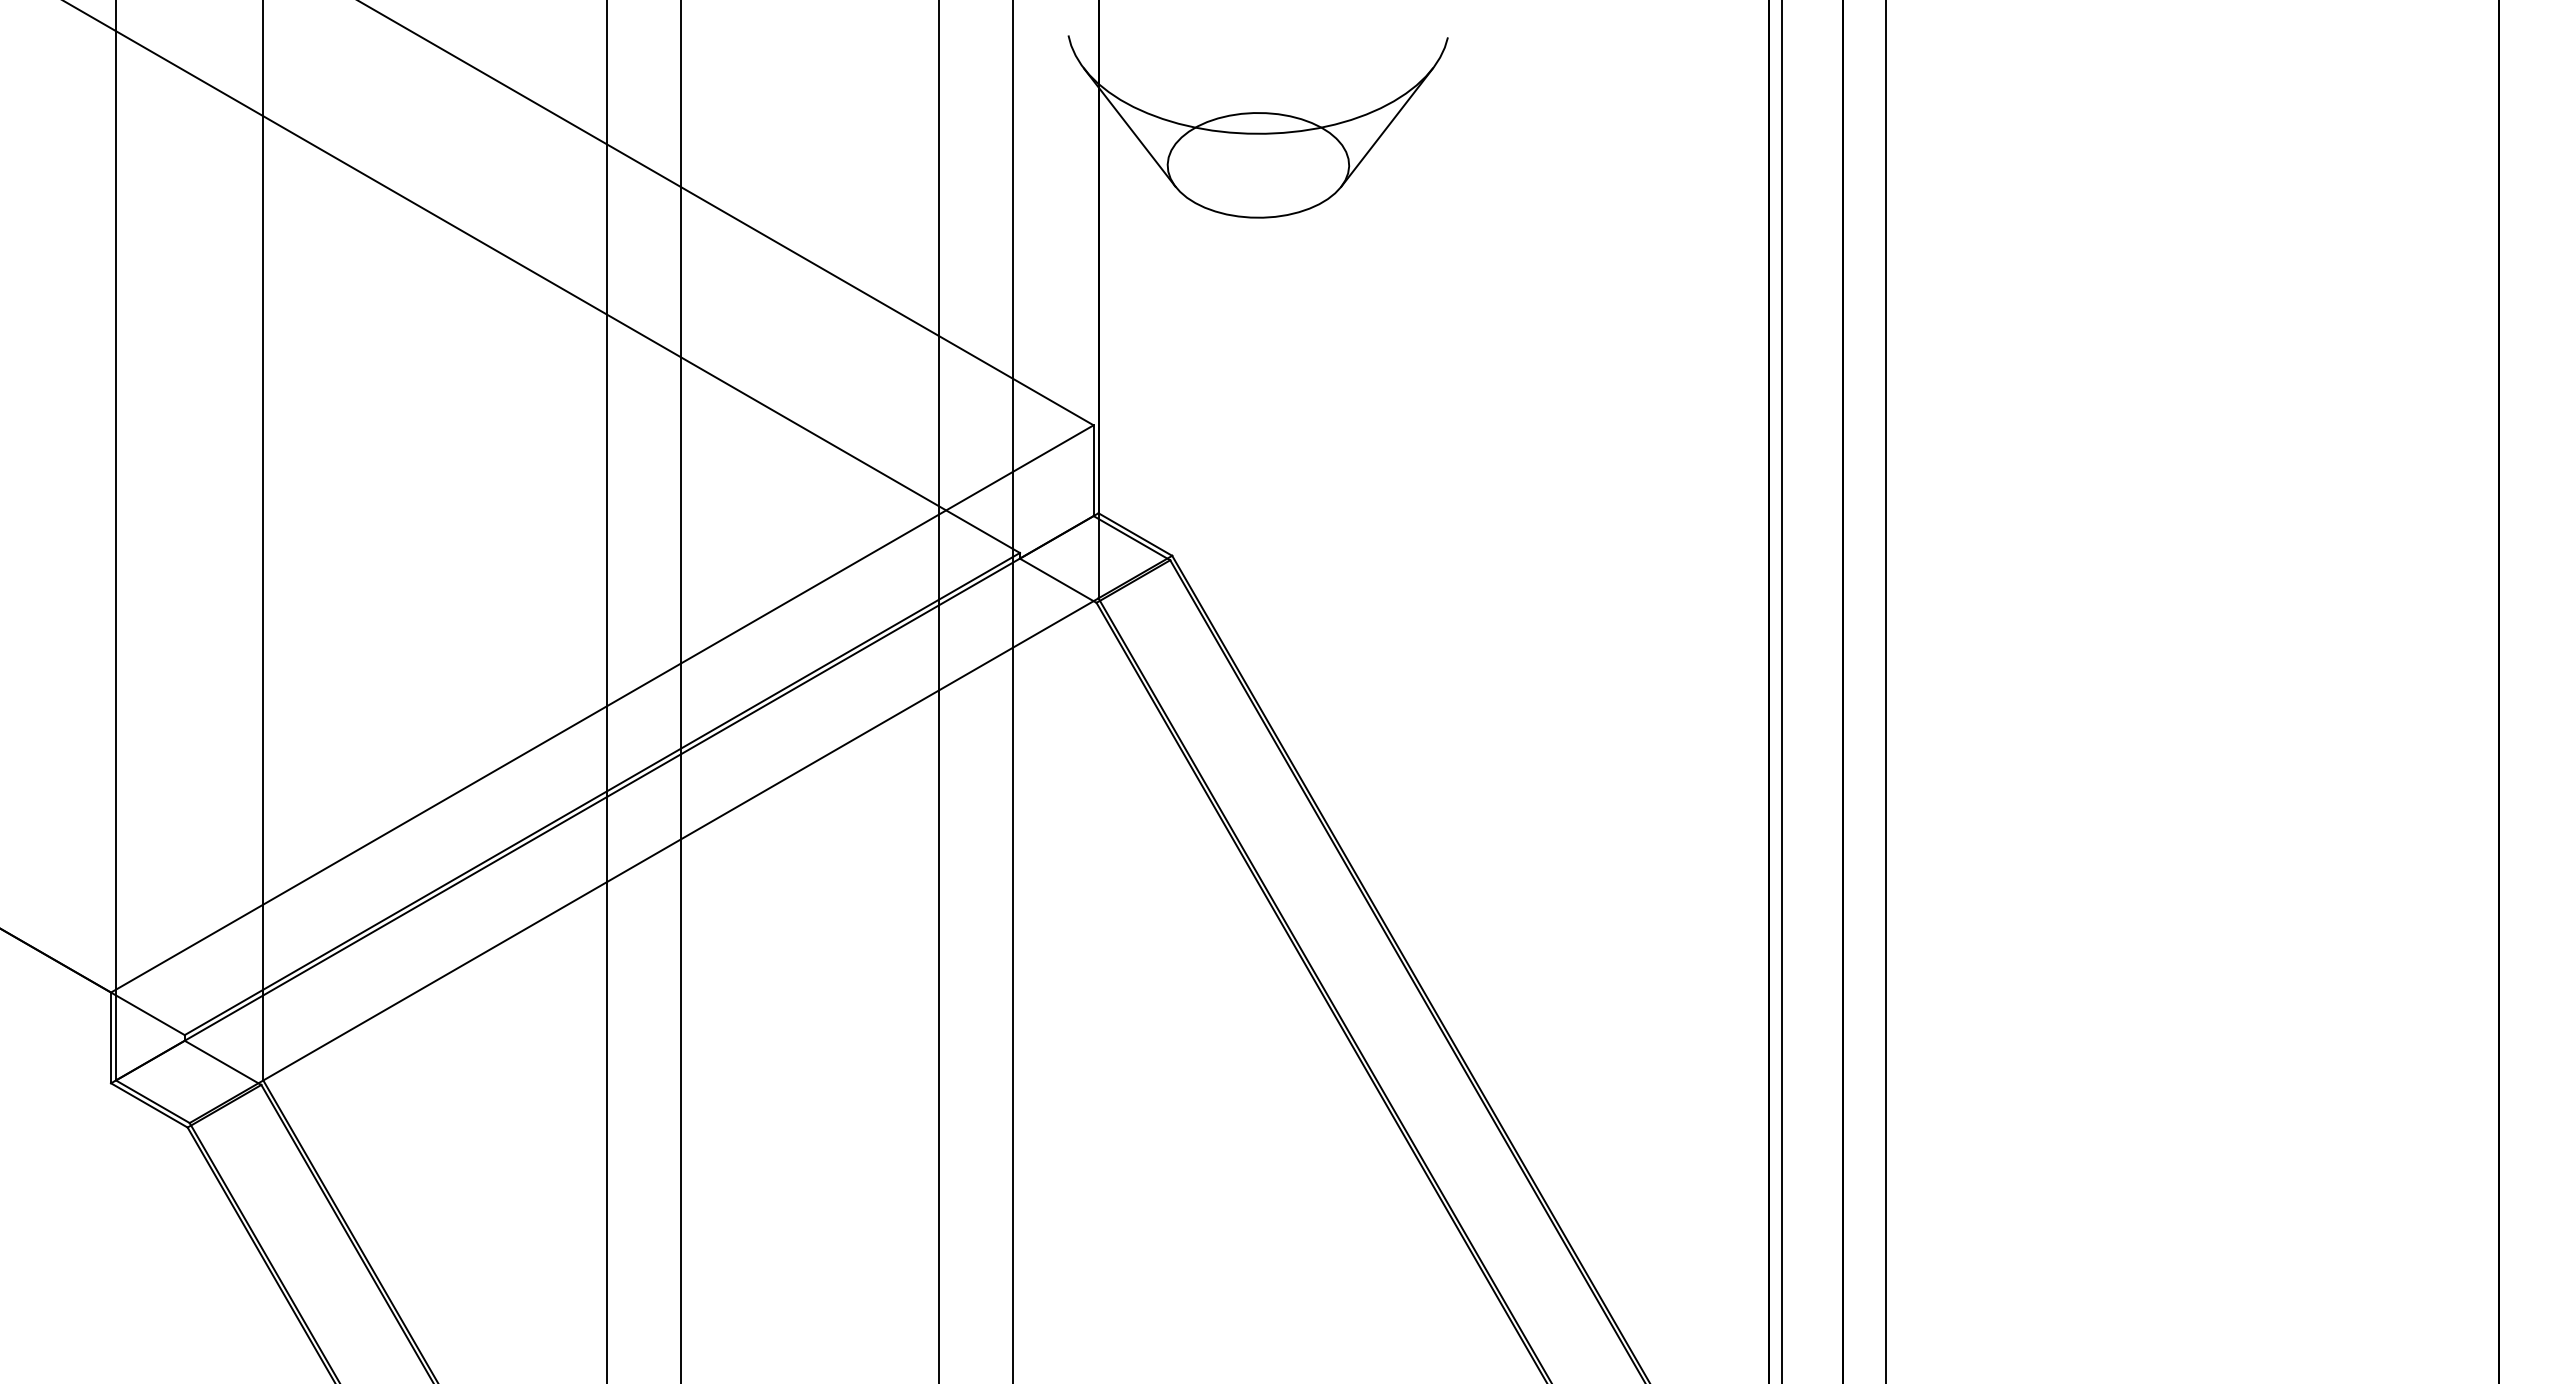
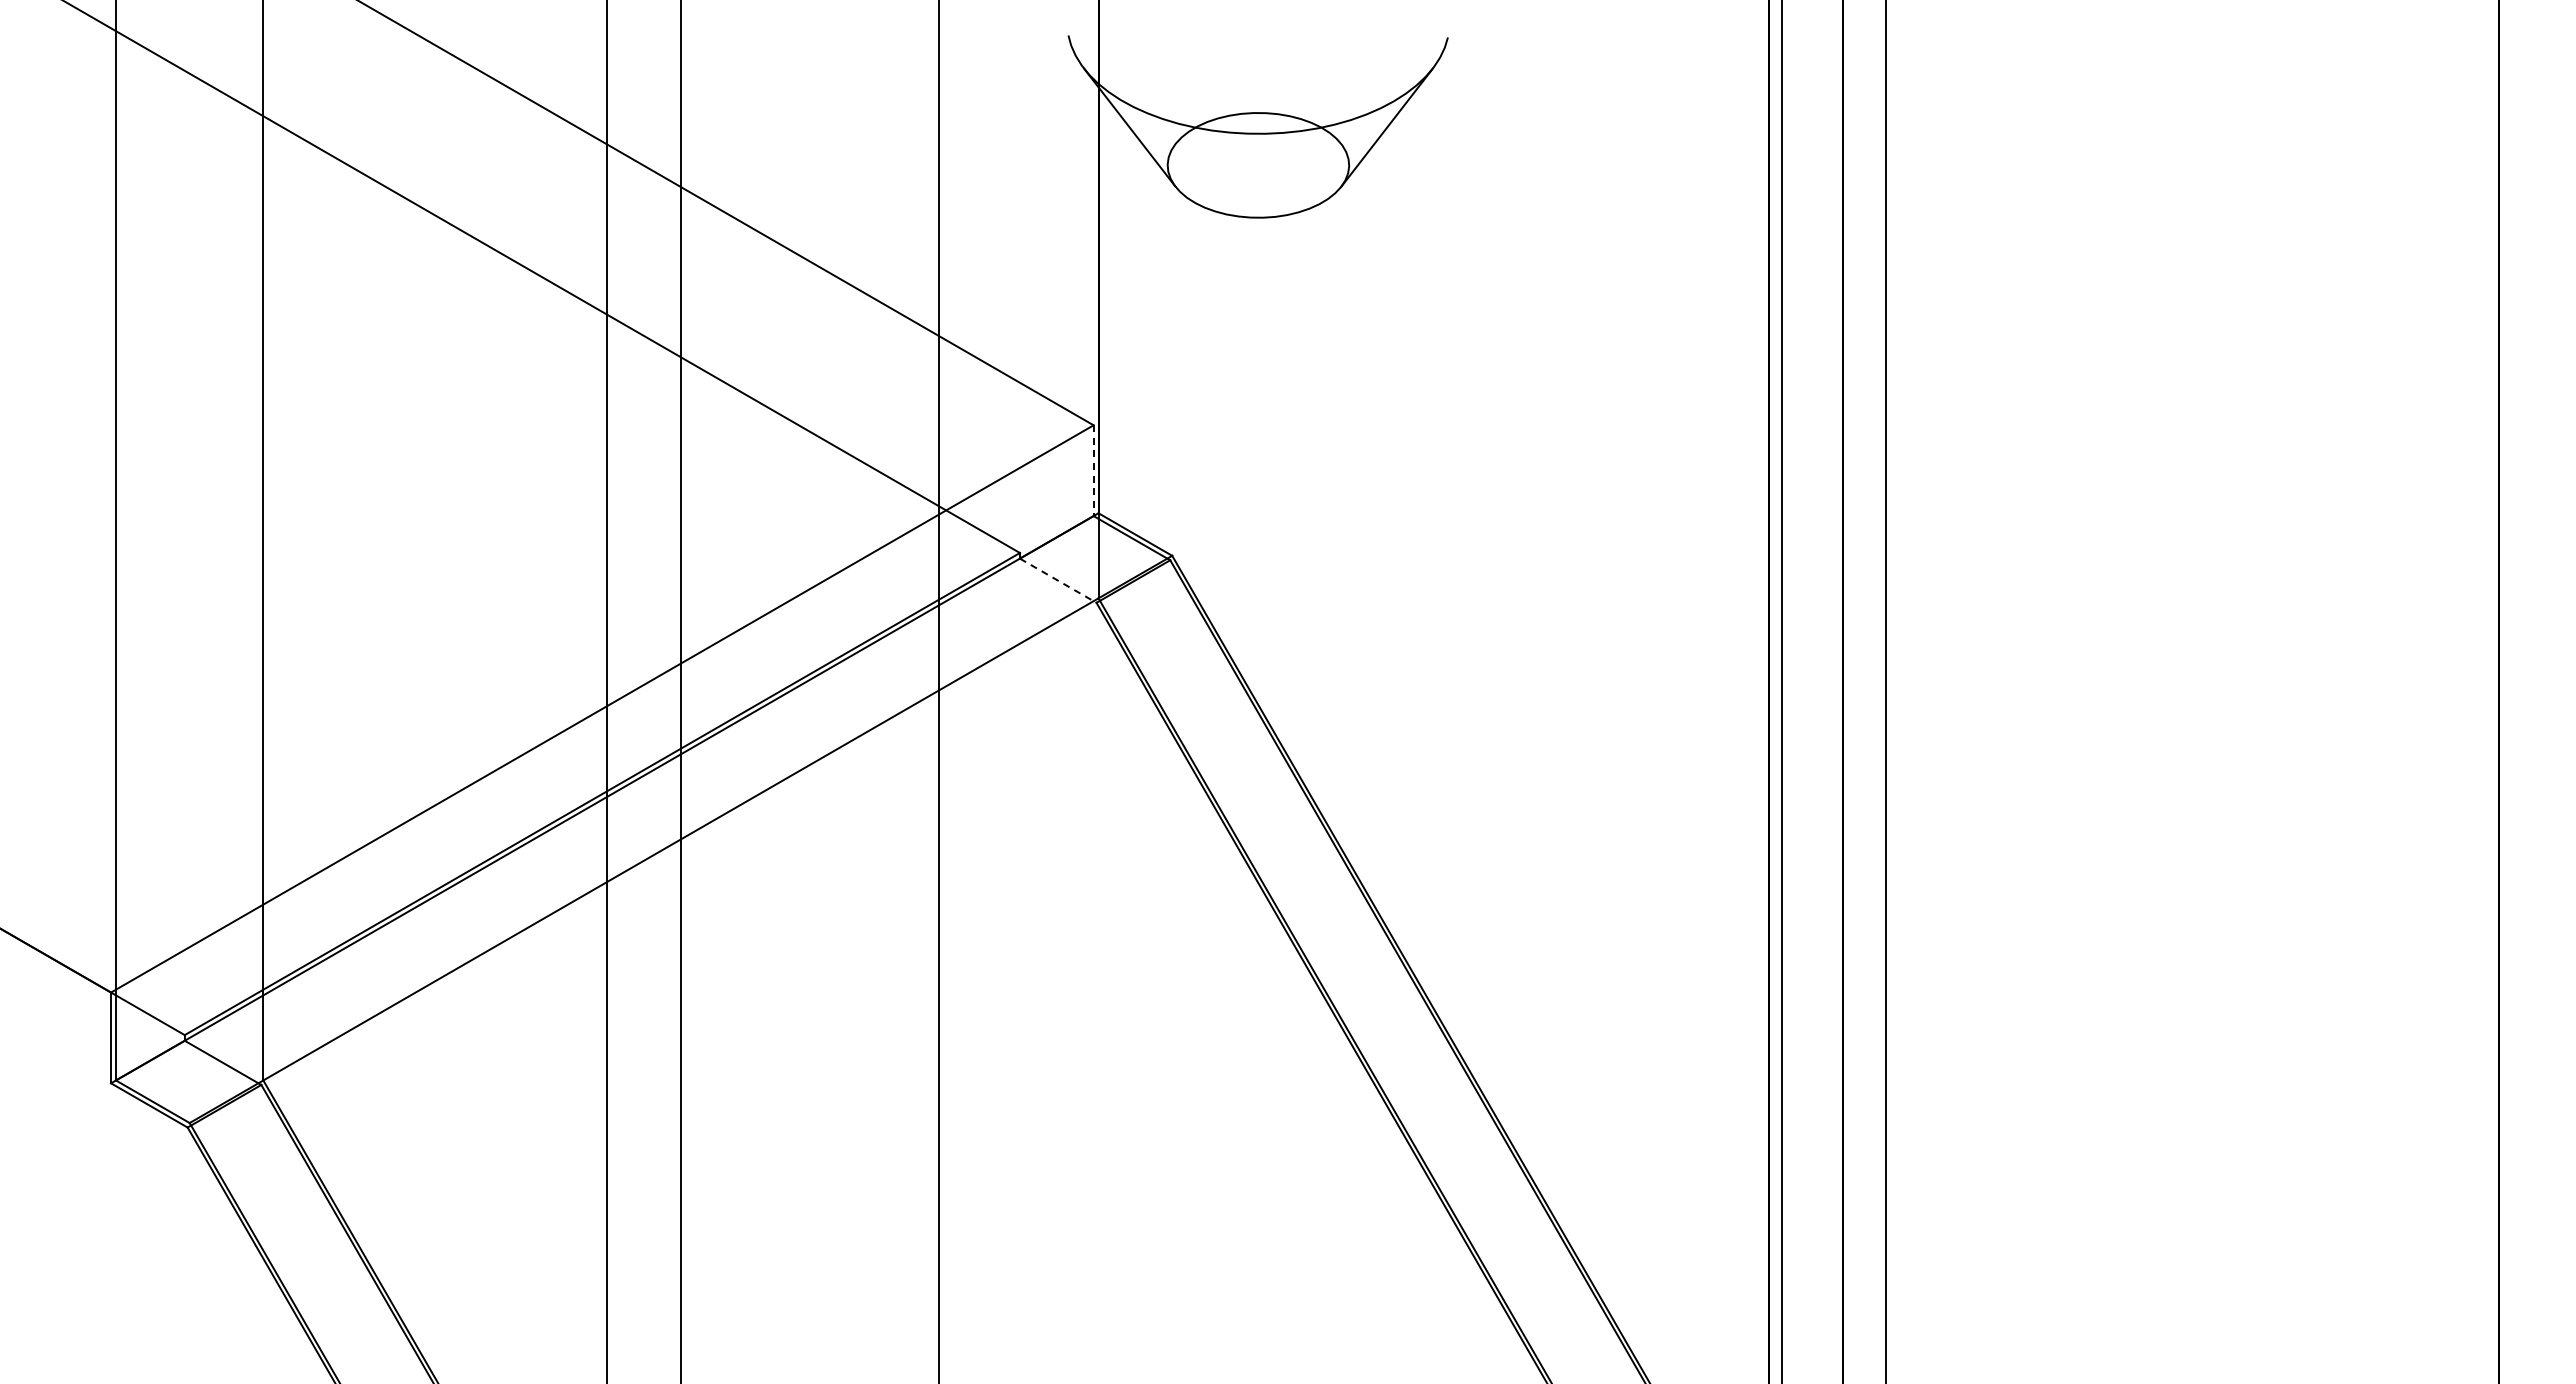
line at (1093, 471): solid -> dashed
line at (1058, 581): solid -> dashed
line at (1012, 691): present -> none
